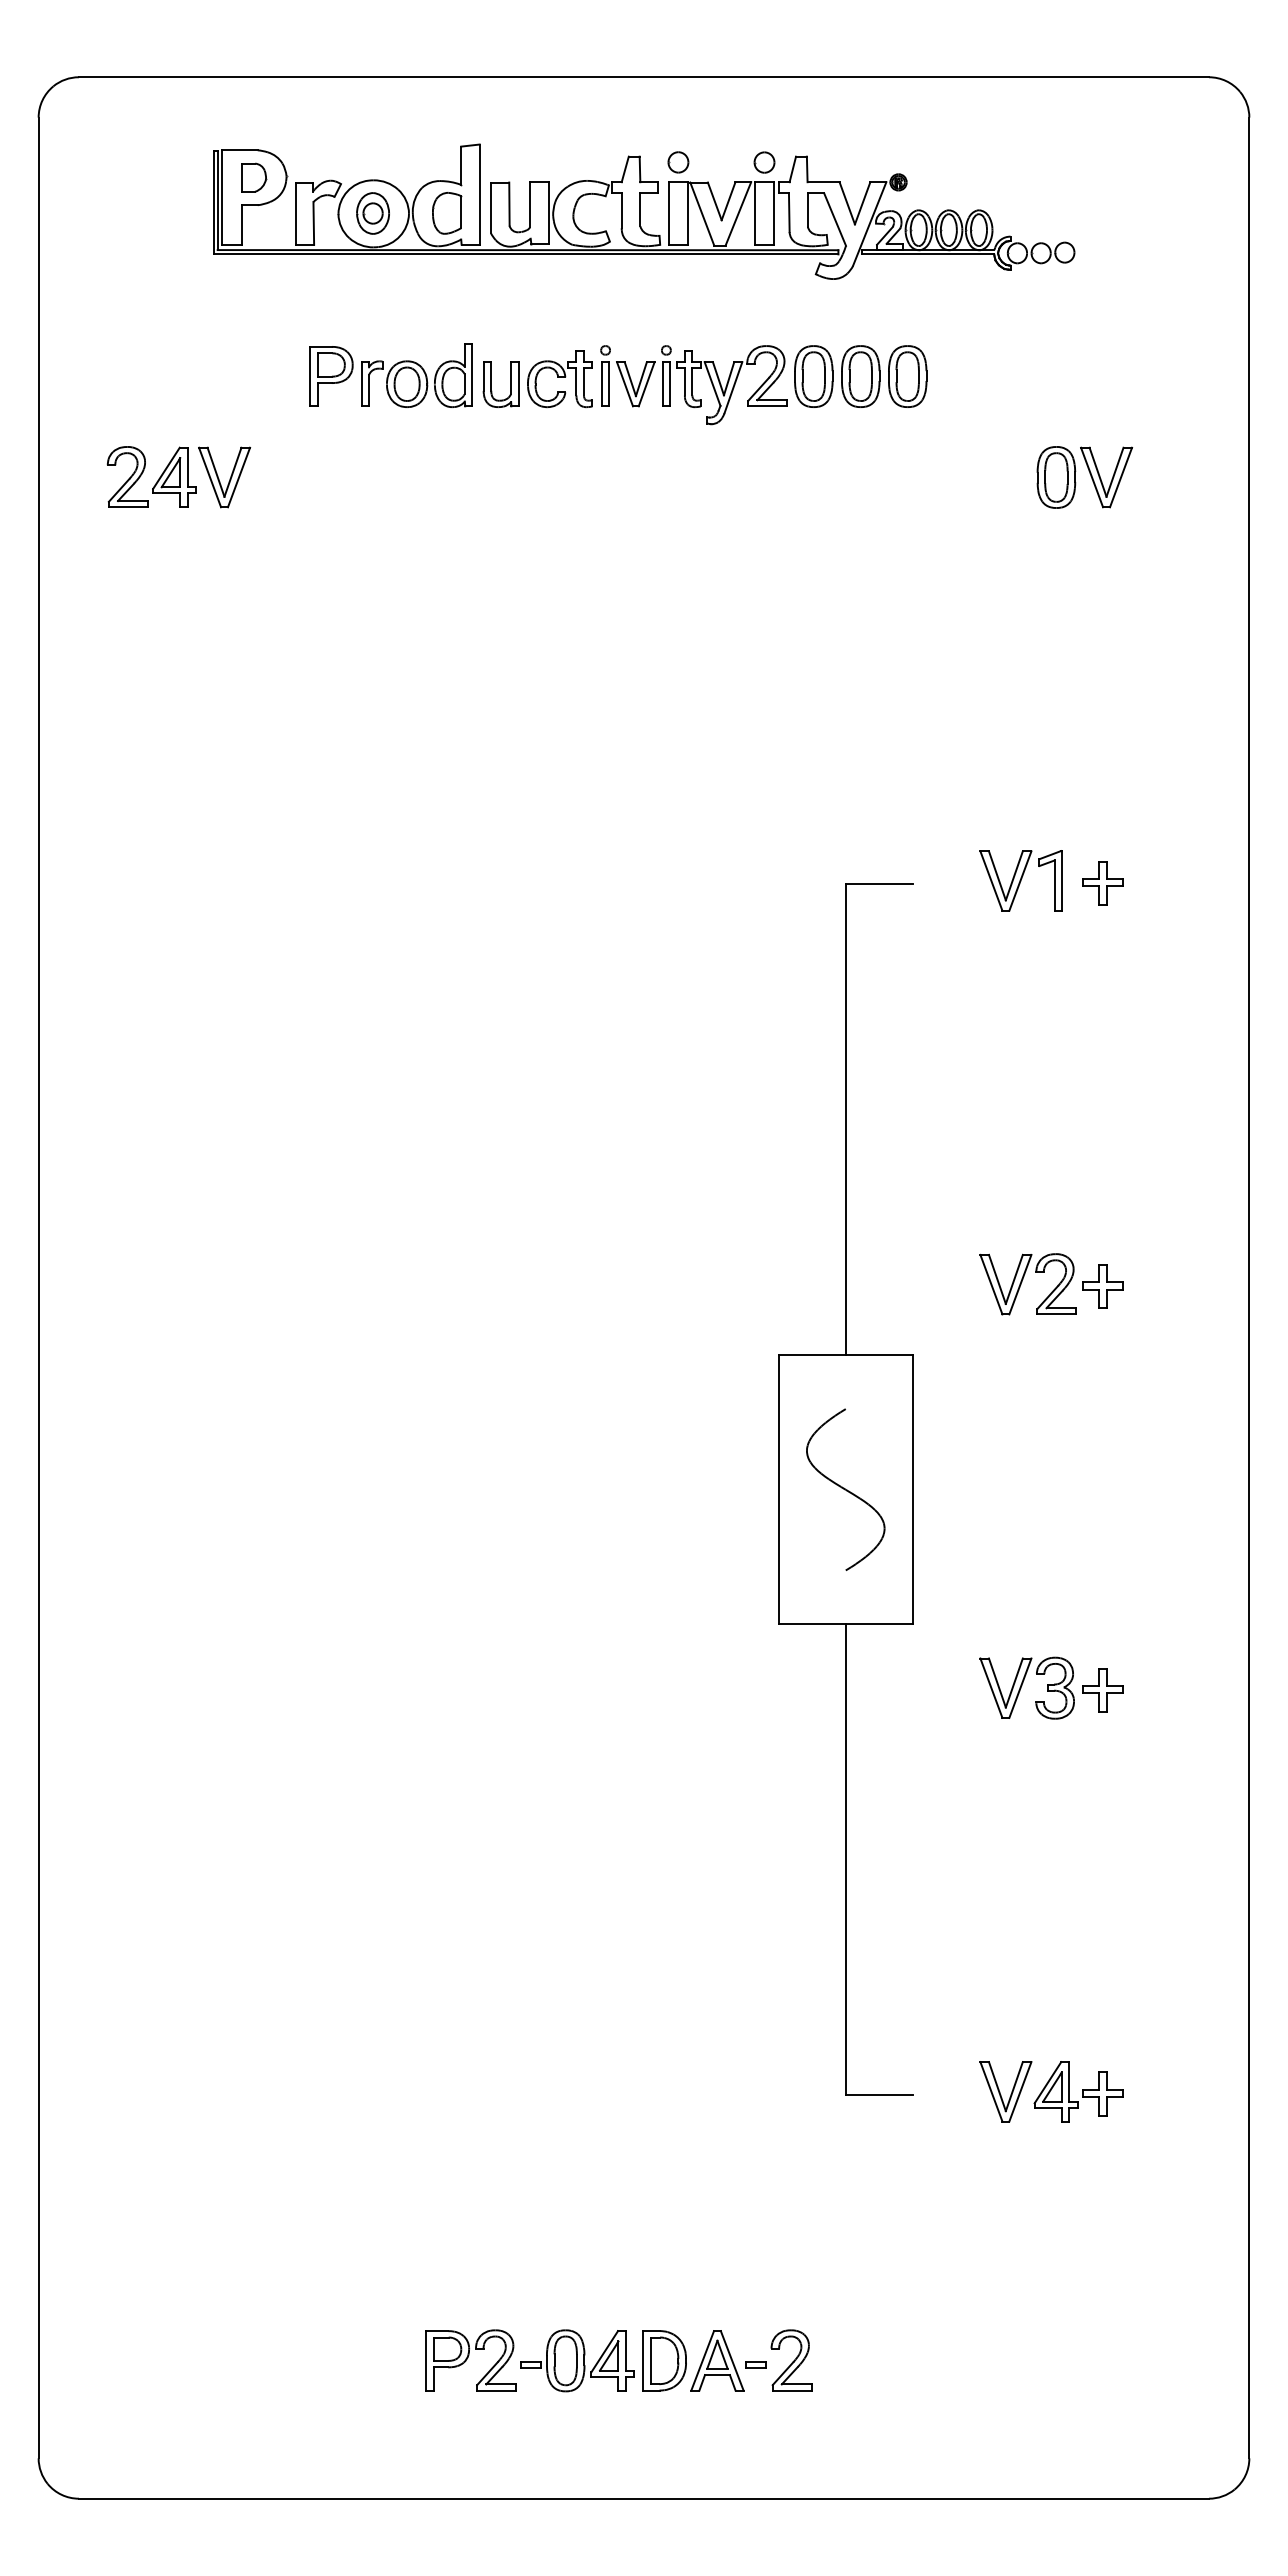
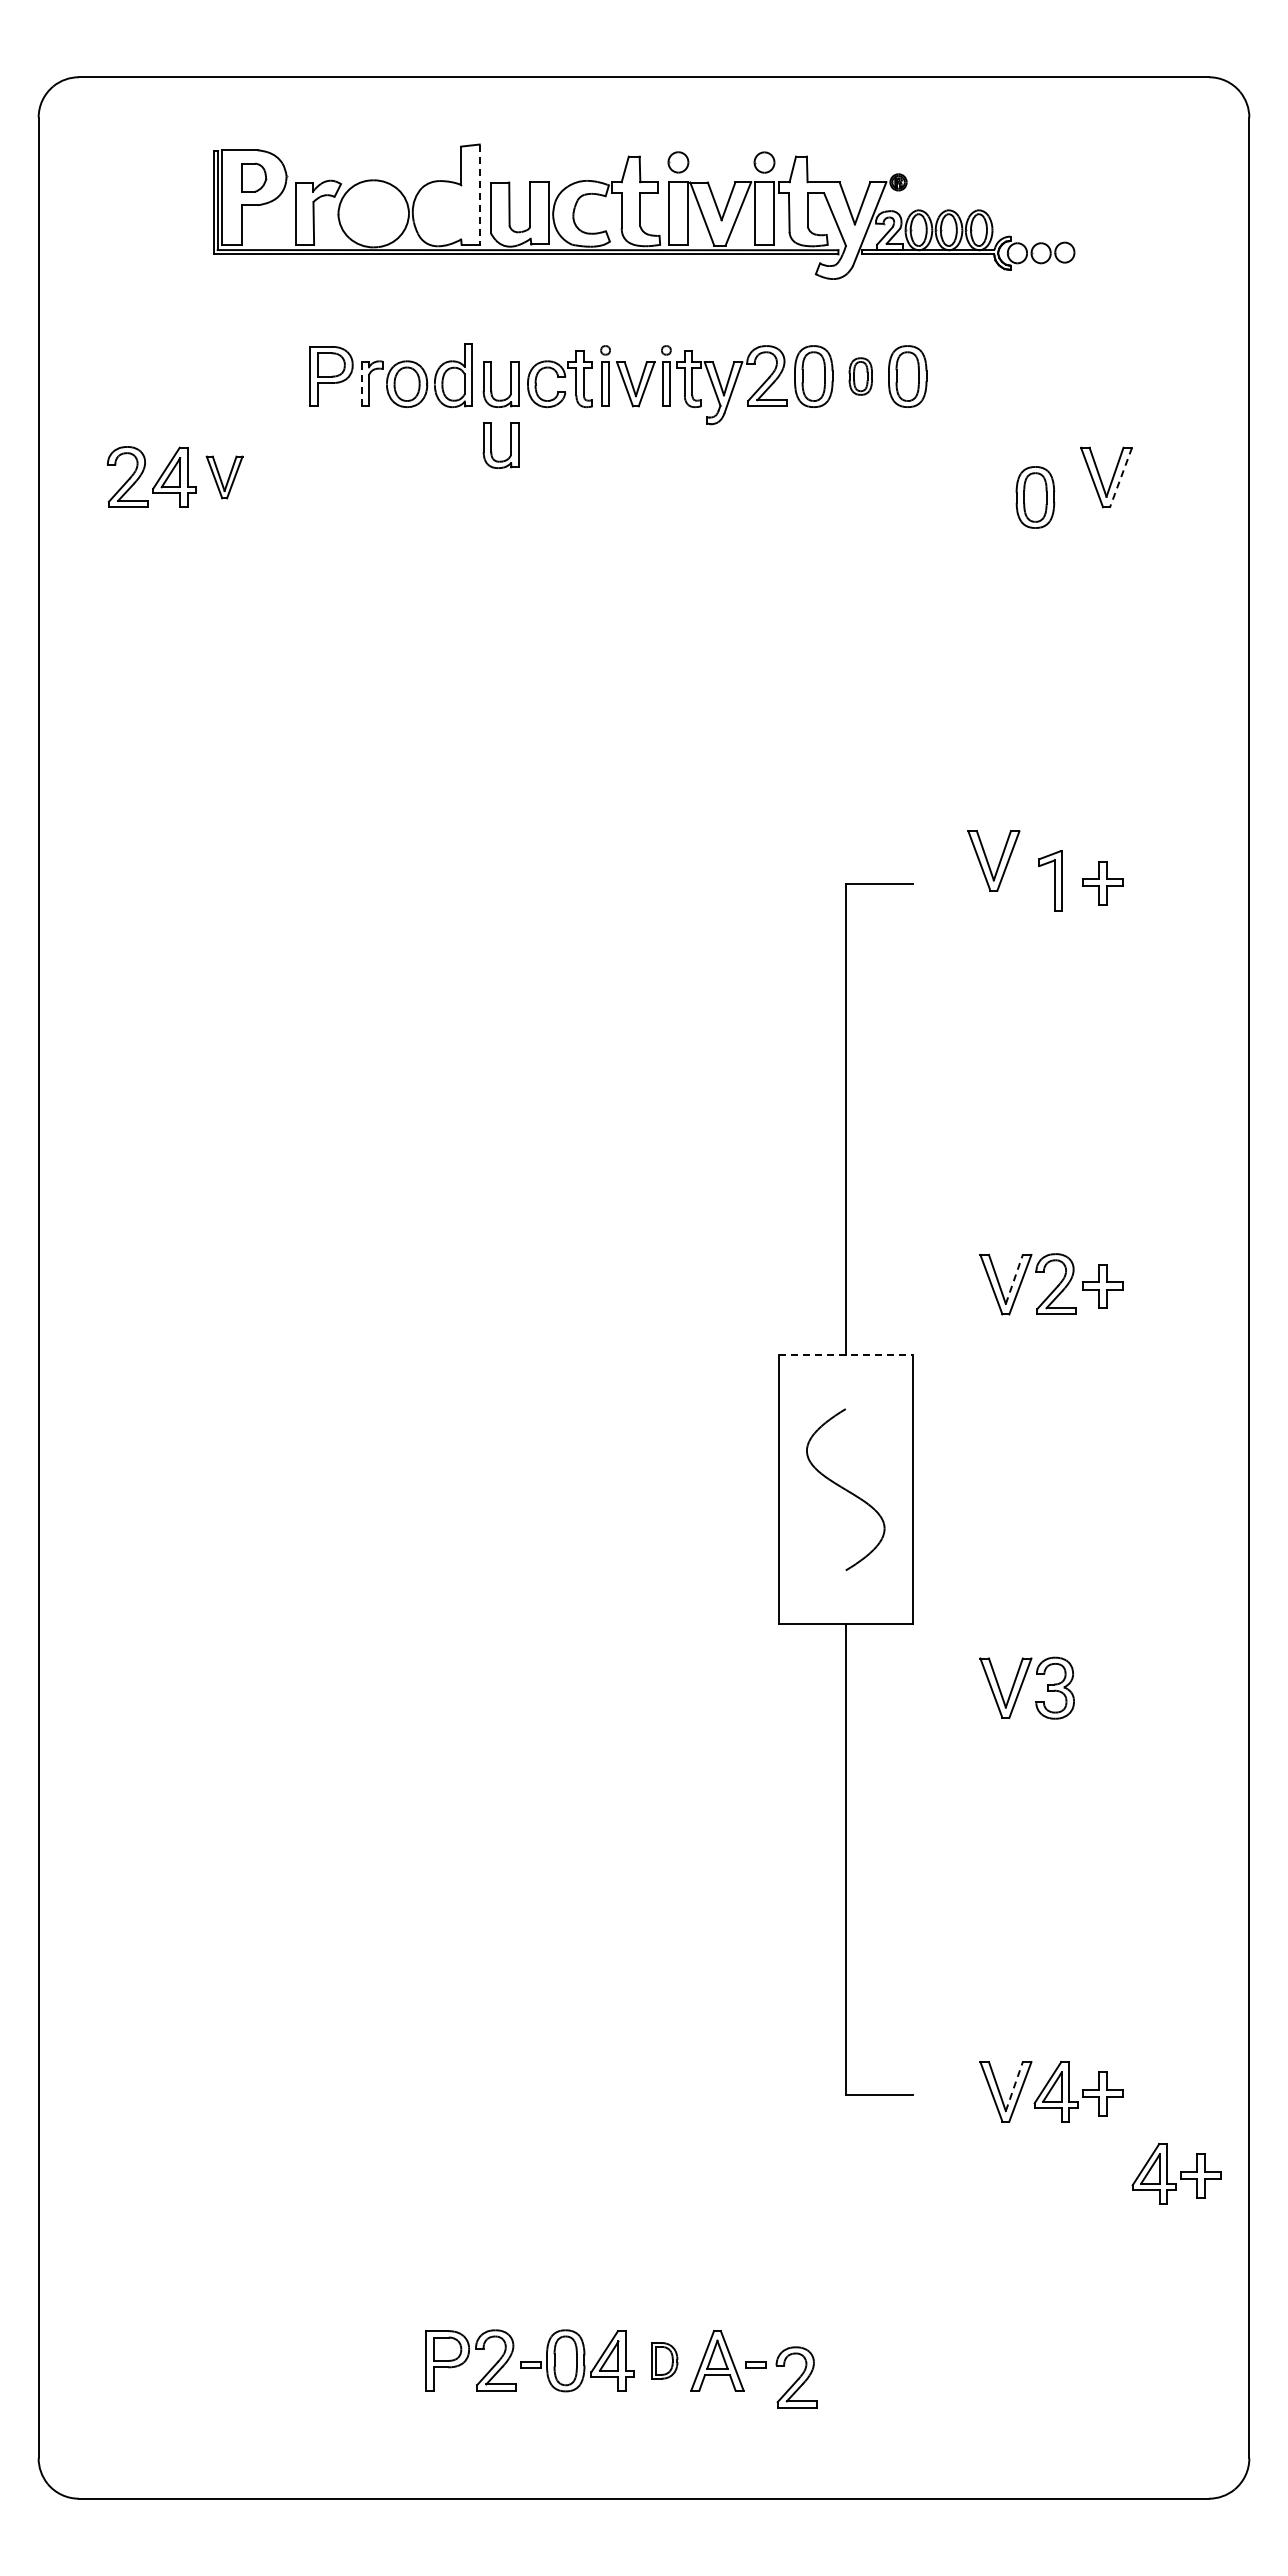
line at (479, 195): solid -> dashed
part at (372, 213): present -> none
part at (447, 213): present -> none
part at (860, 376) size: 40x63 px -> 25x39 px
line at (361, 383): solid -> dashed
part at (491, 445): none -> present
part at (224, 477) size: 54x63 px -> 39x45 px
part at (1056, 477) position: (1056, 477) -> (1035, 497)
line at (1121, 477): solid -> dashed
part at (1005, 880) position: (1005, 880) -> (993, 860)
line at (1014, 1279): solid -> dashed
line at (846, 1355): solid -> dashed
part at (1102, 1690): present -> none
line at (1014, 2086): solid -> dashed
part at (1176, 2173): none -> present
part at (664, 2360) size: 45x62 px -> 28x38 px
part at (791, 2360) position: (791, 2360) -> (796, 2377)
